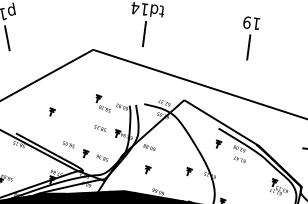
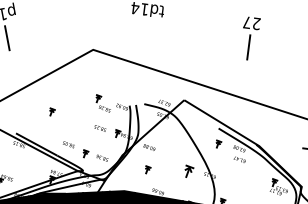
text at (251, 23): 19 -> 27
line at (144, 34): present -> none
part at (189, 171) size: 7x10 px -> 11x14 px
